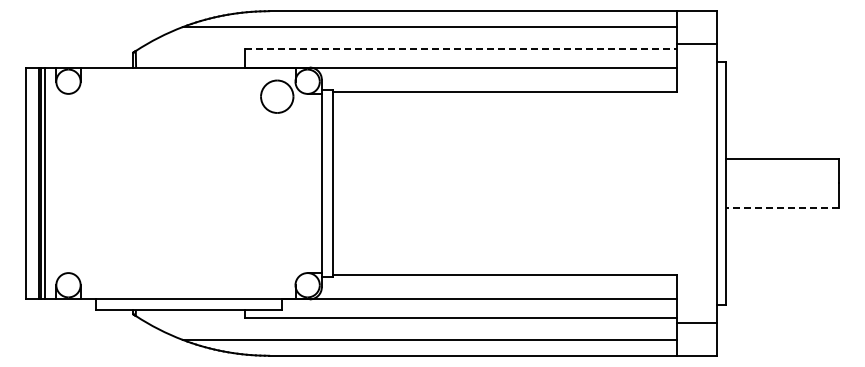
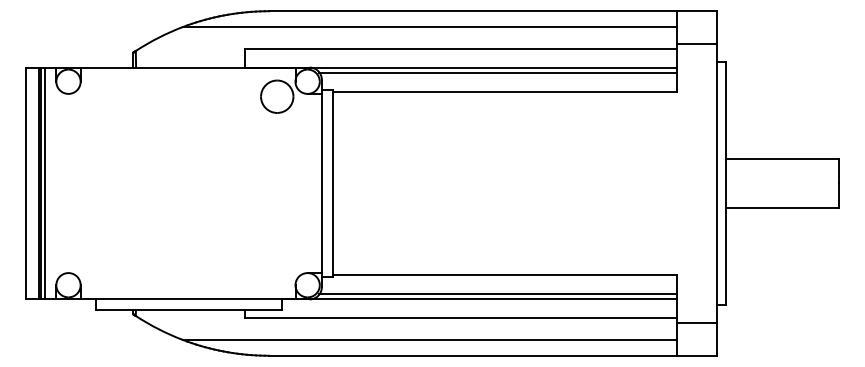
line at (461, 49): dashed -> solid
line at (497, 72): none -> present
line at (782, 207): dashed -> solid
line at (497, 294): none -> present
